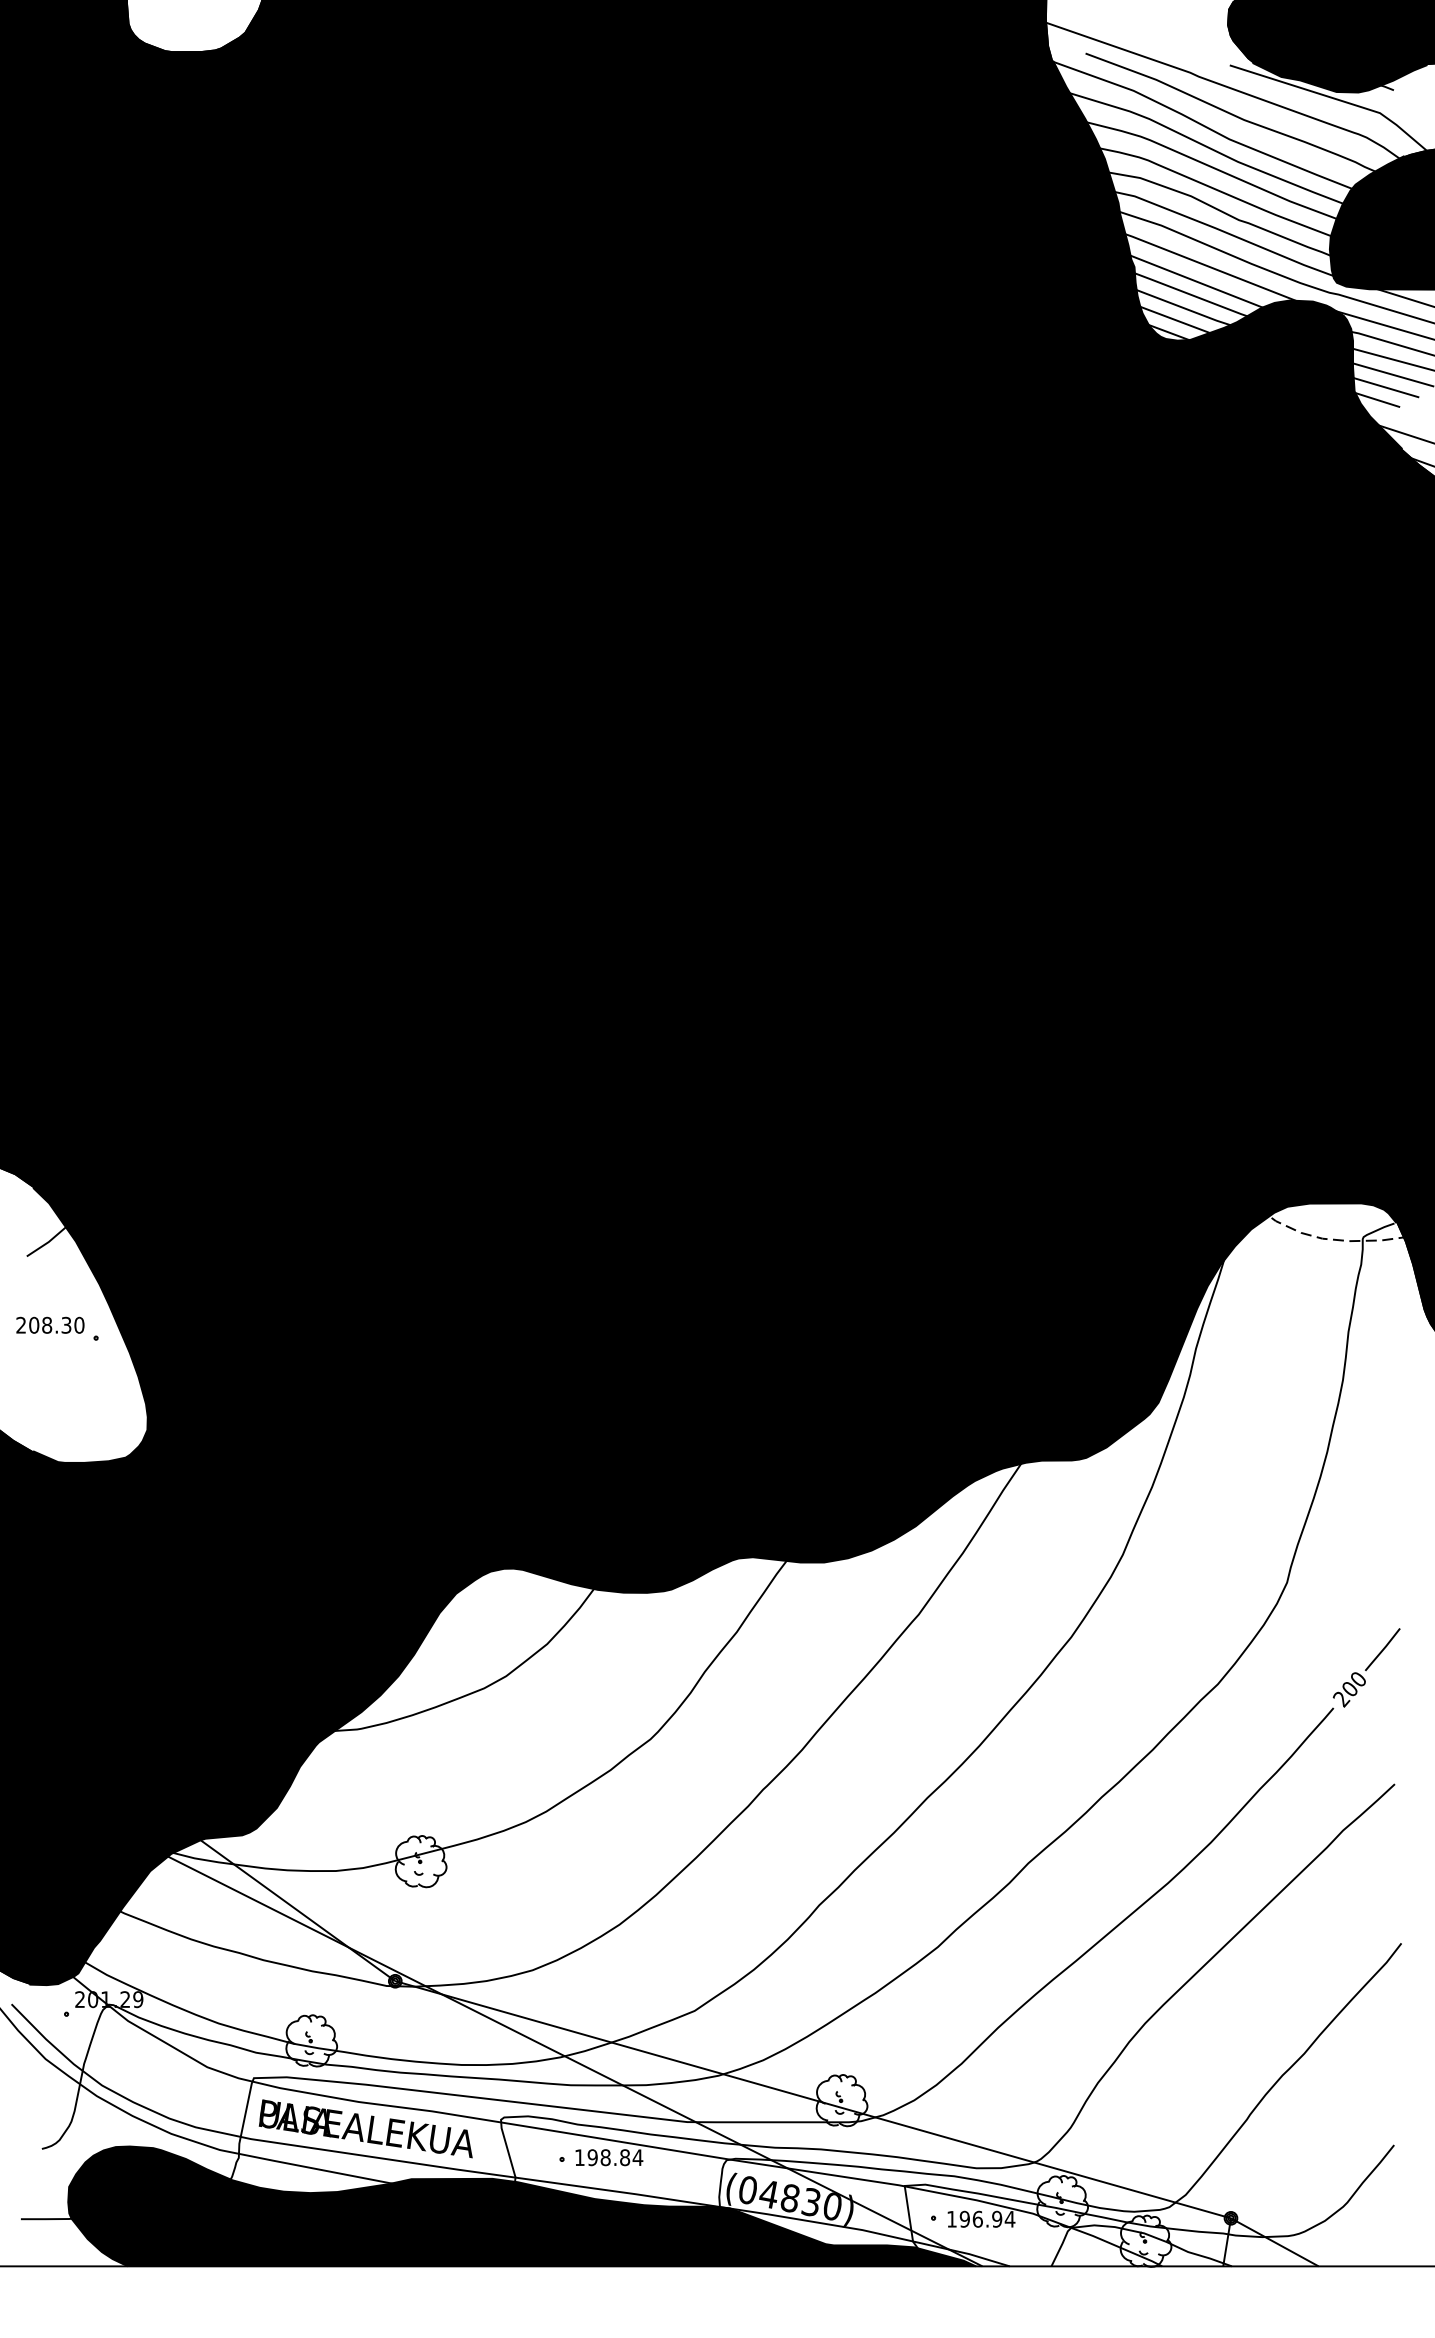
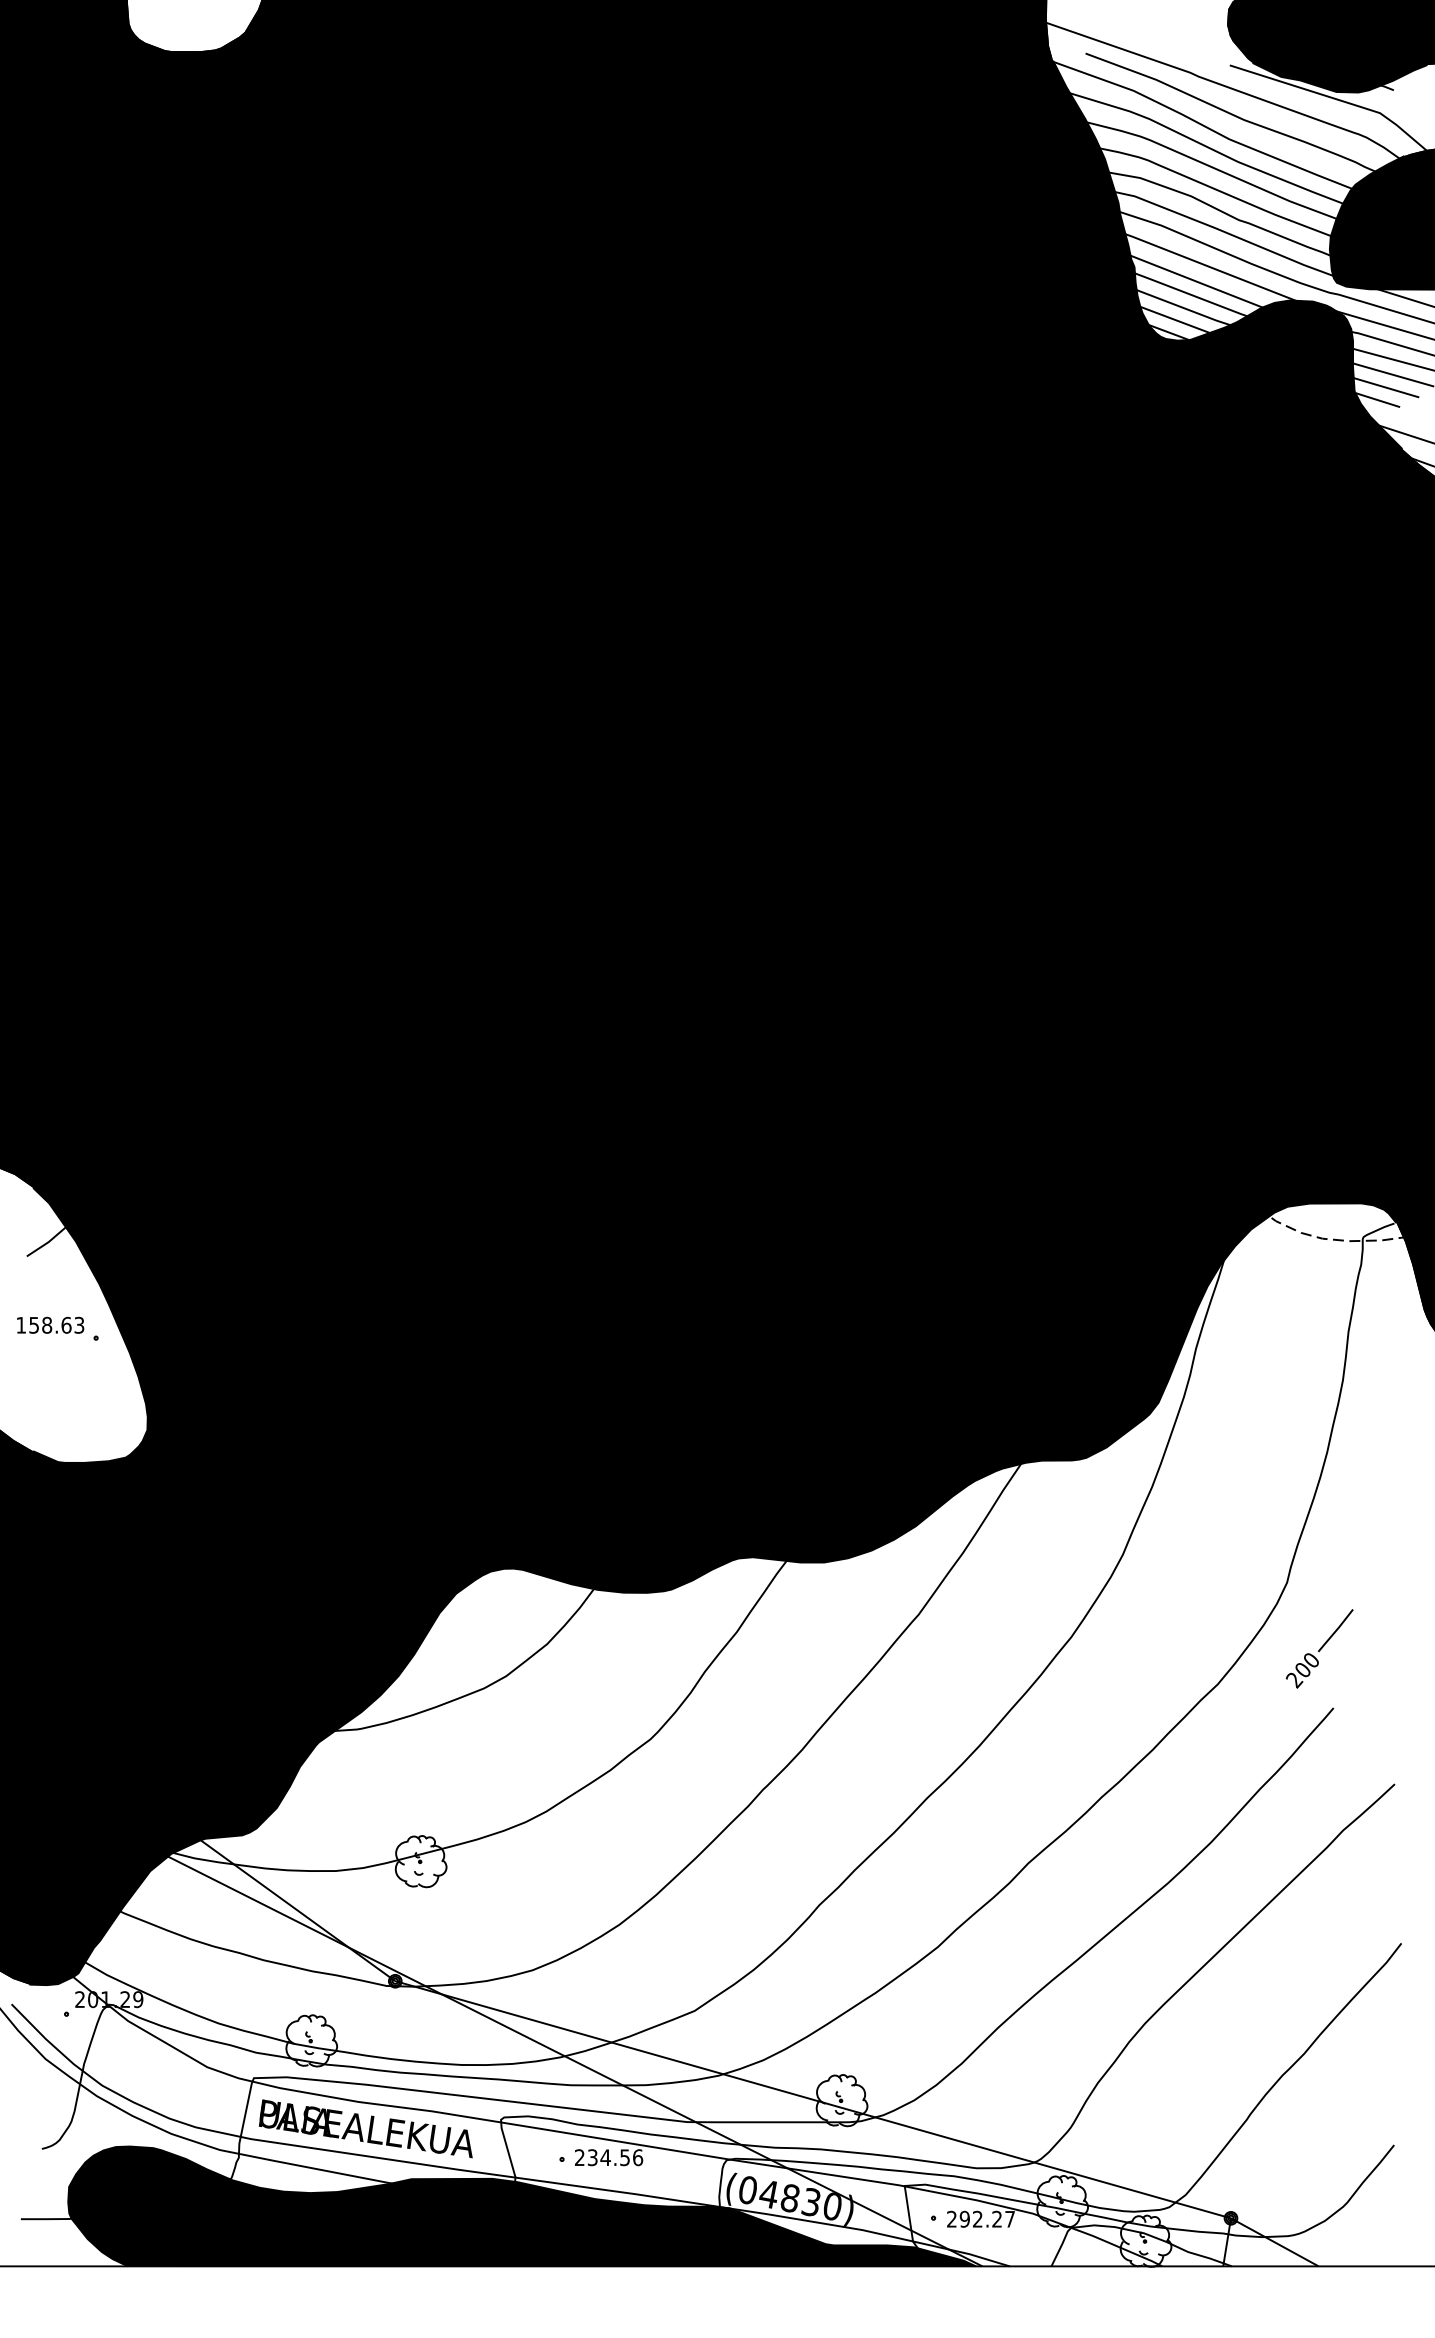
text at (50, 1324): 208.30 -> 158.63
part at (1366, 1667) position: (1366, 1667) -> (1319, 1648)
text at (609, 2157): 198.84 -> 234.56
text at (981, 2218): 196.94 -> 292.27
